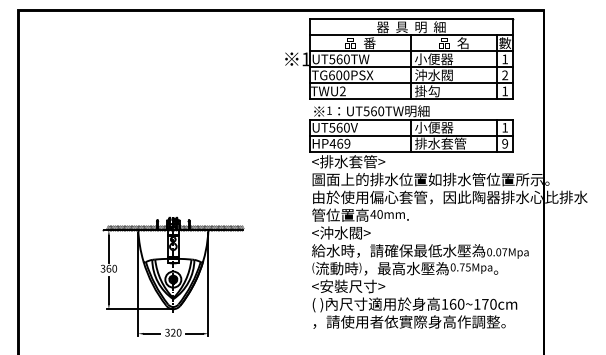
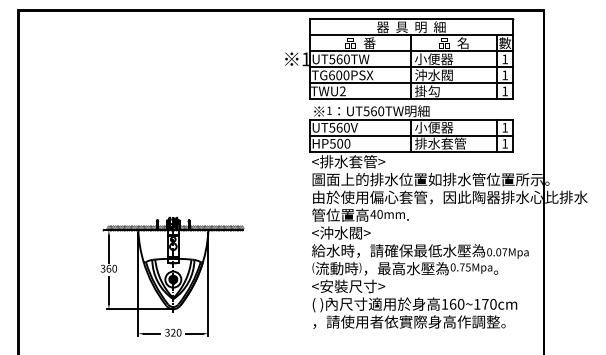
text at (505, 75): 2 -> 1
text at (339, 143): HP469 -> HP500
text at (505, 143): 9 -> 1
